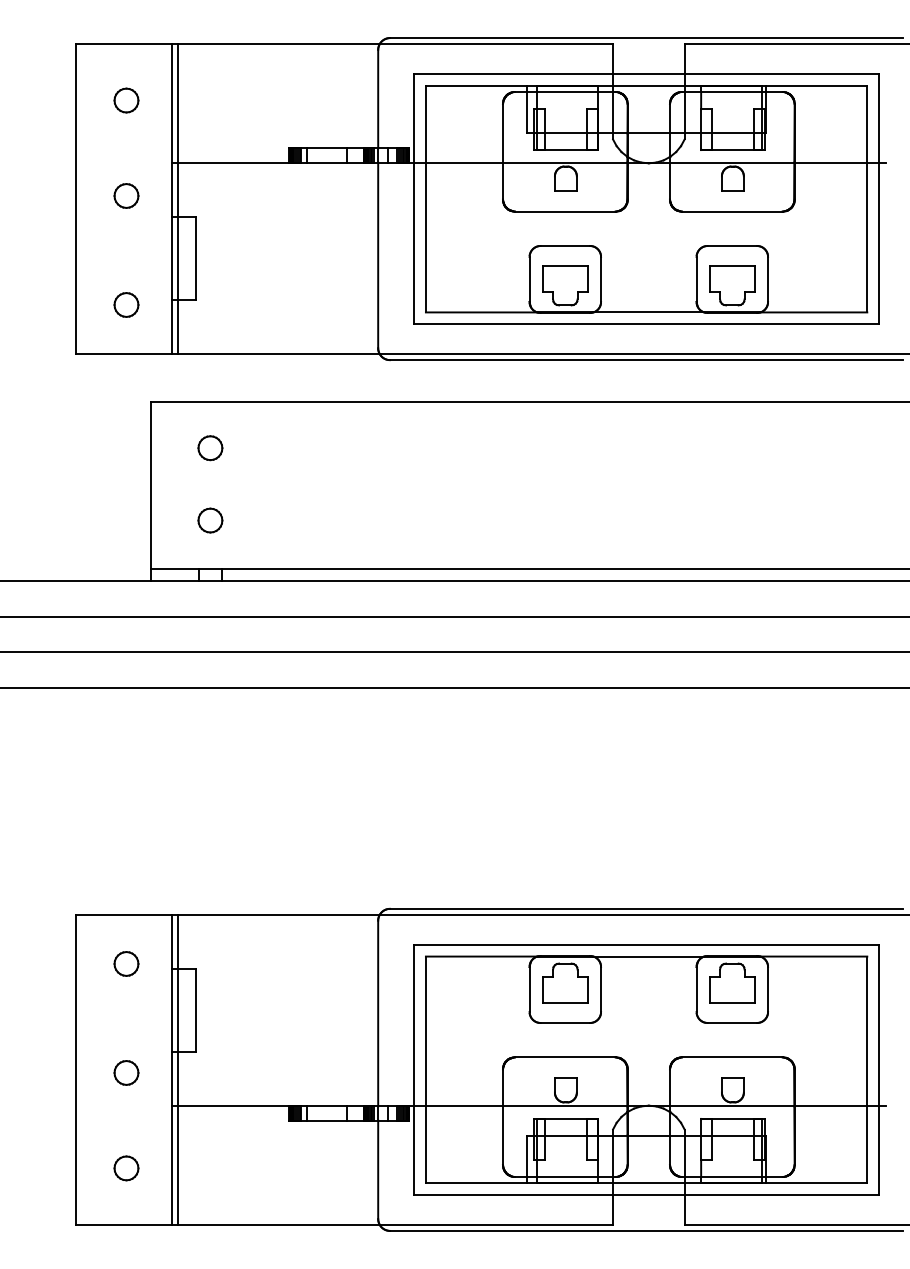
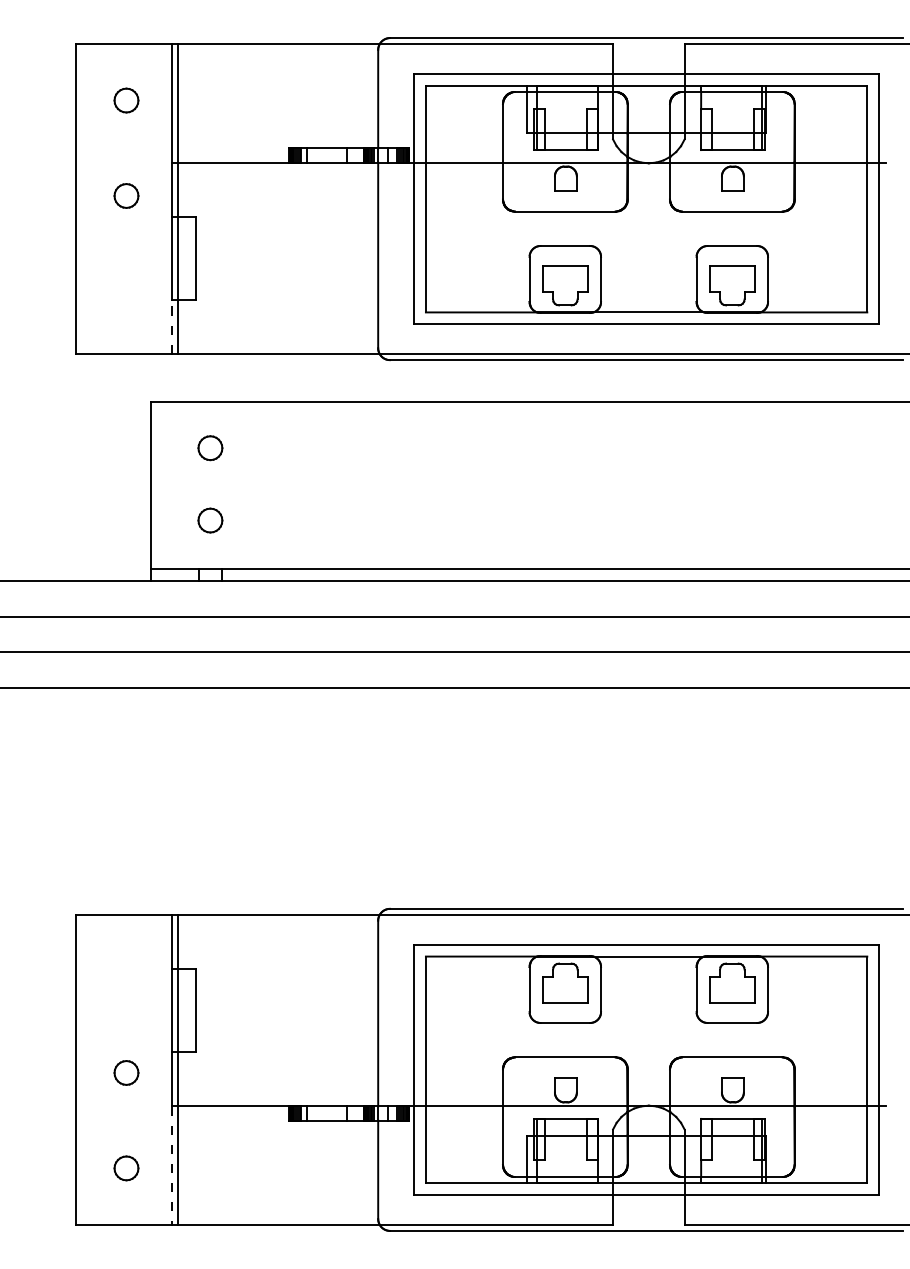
part at (126, 304): present -> none
line at (171, 327): solid -> dashed
part at (126, 963): present -> none
line at (171, 1166): solid -> dashed
